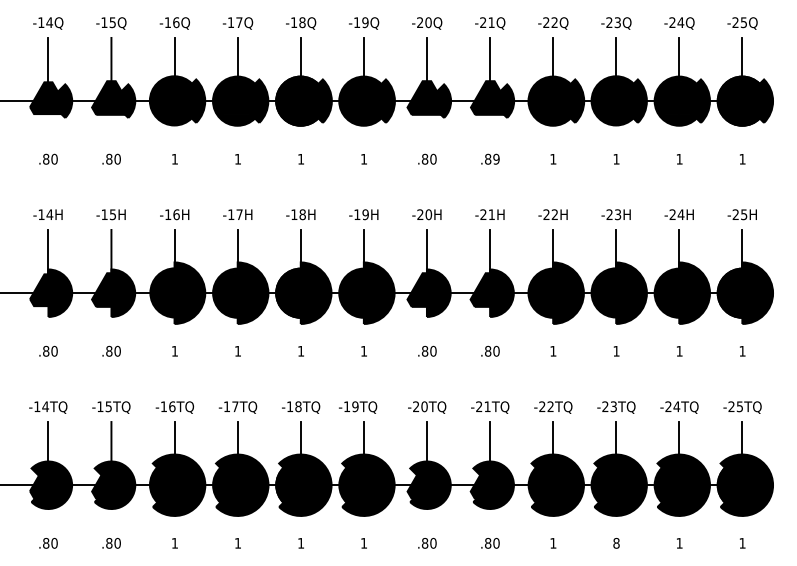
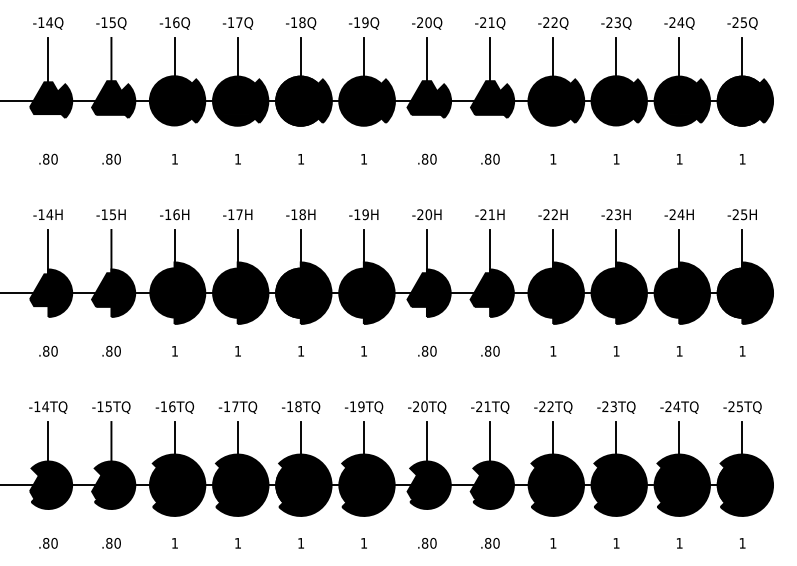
text at (496, 159): .89 -> .80
text at (358, 407) position: (358, 407) -> (364, 407)
text at (616, 542): 8 -> 1
